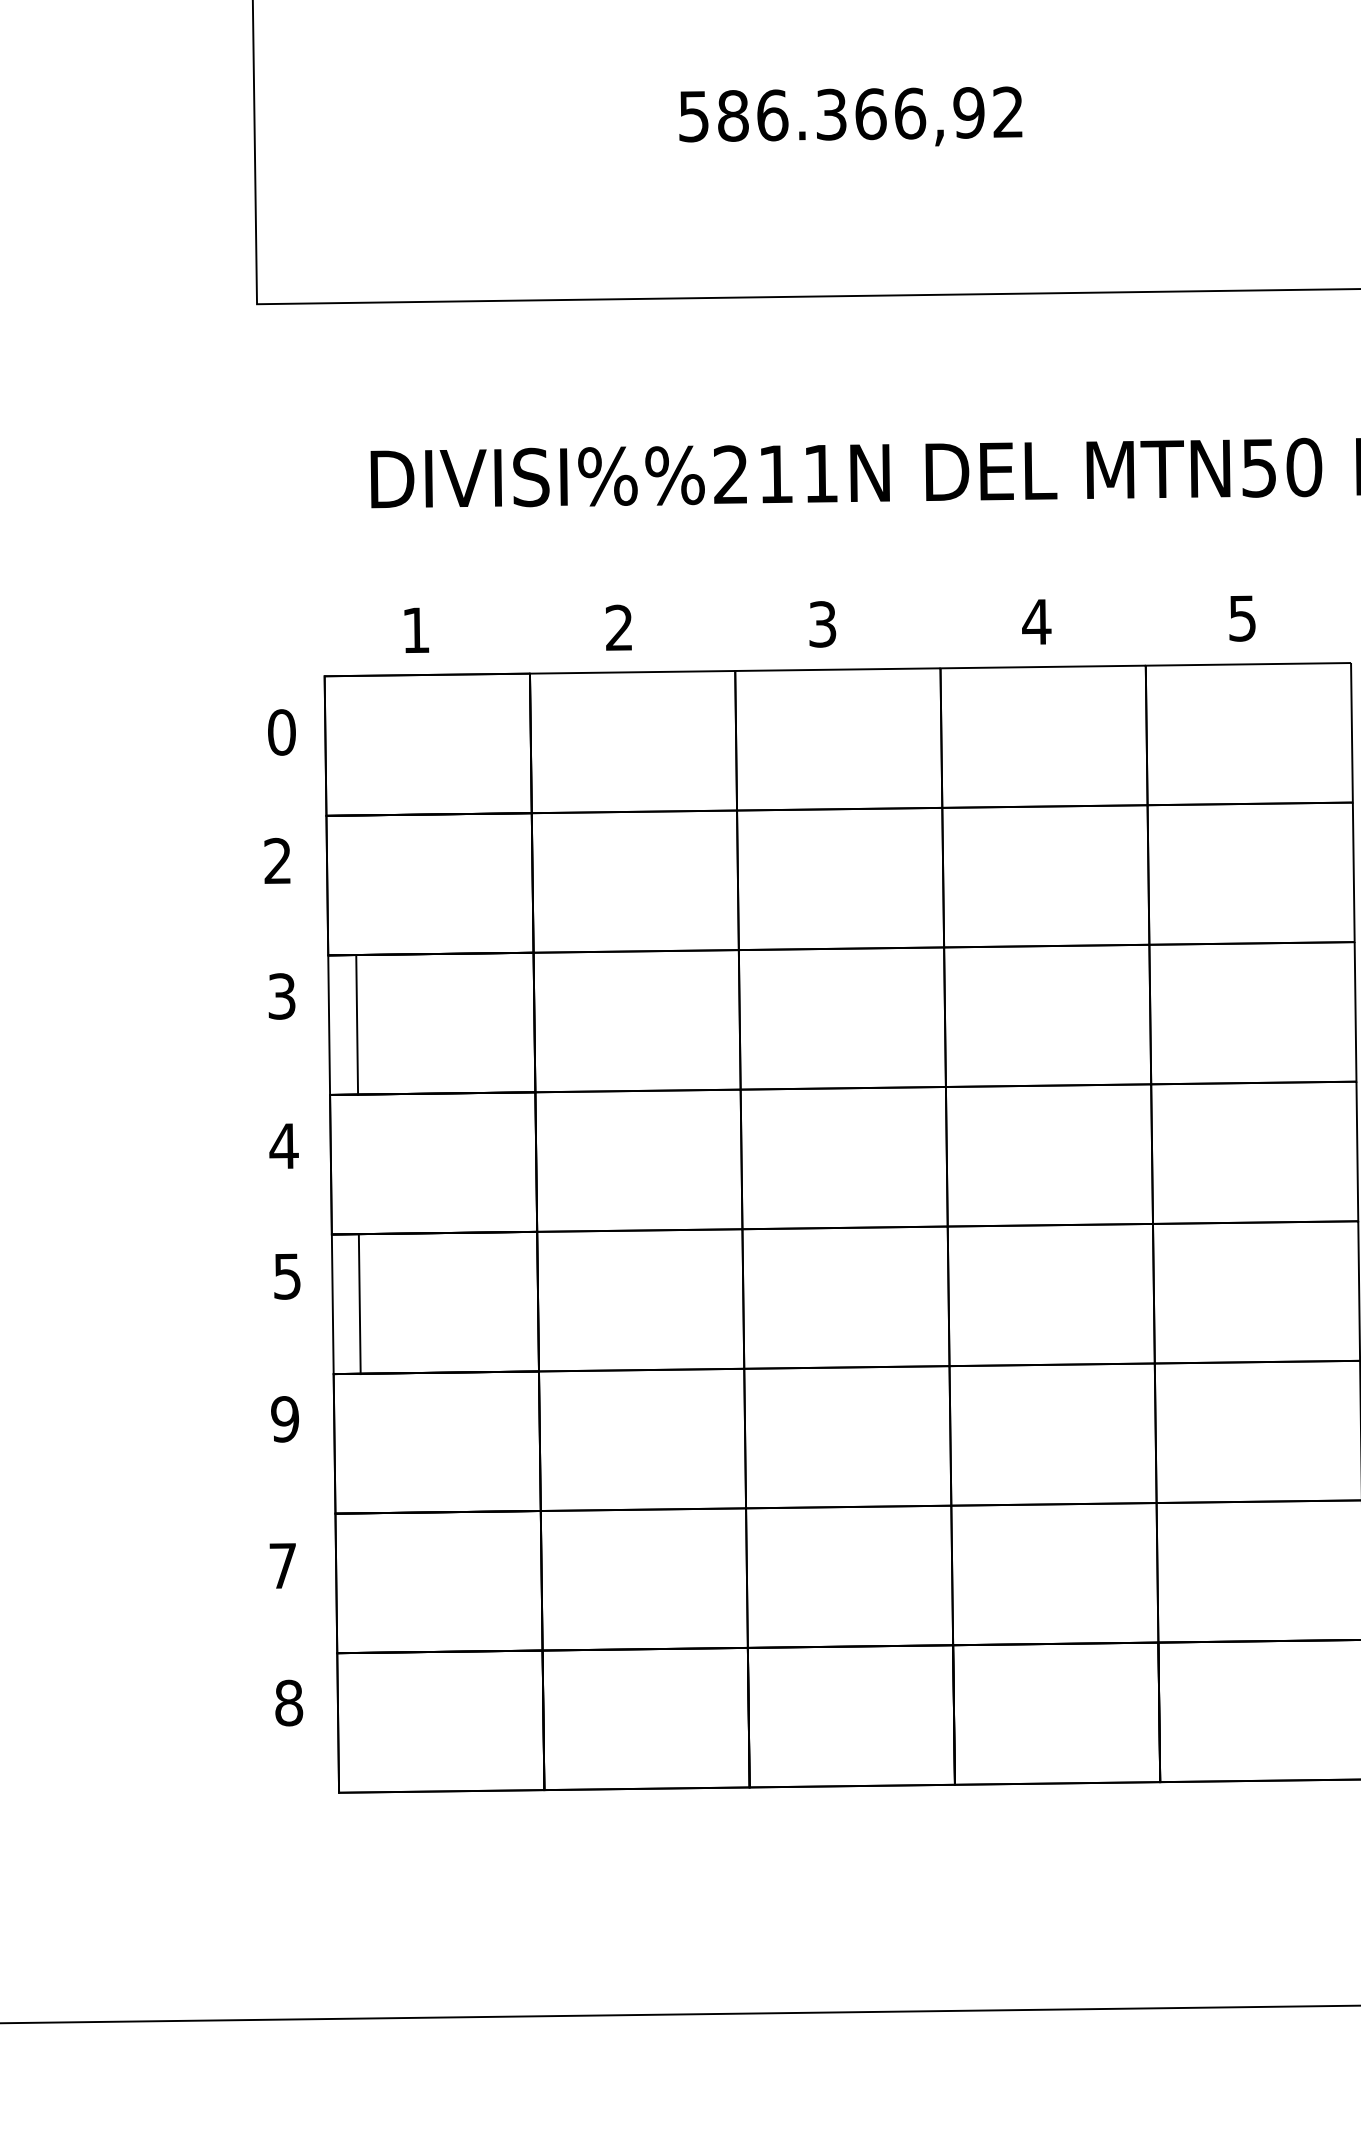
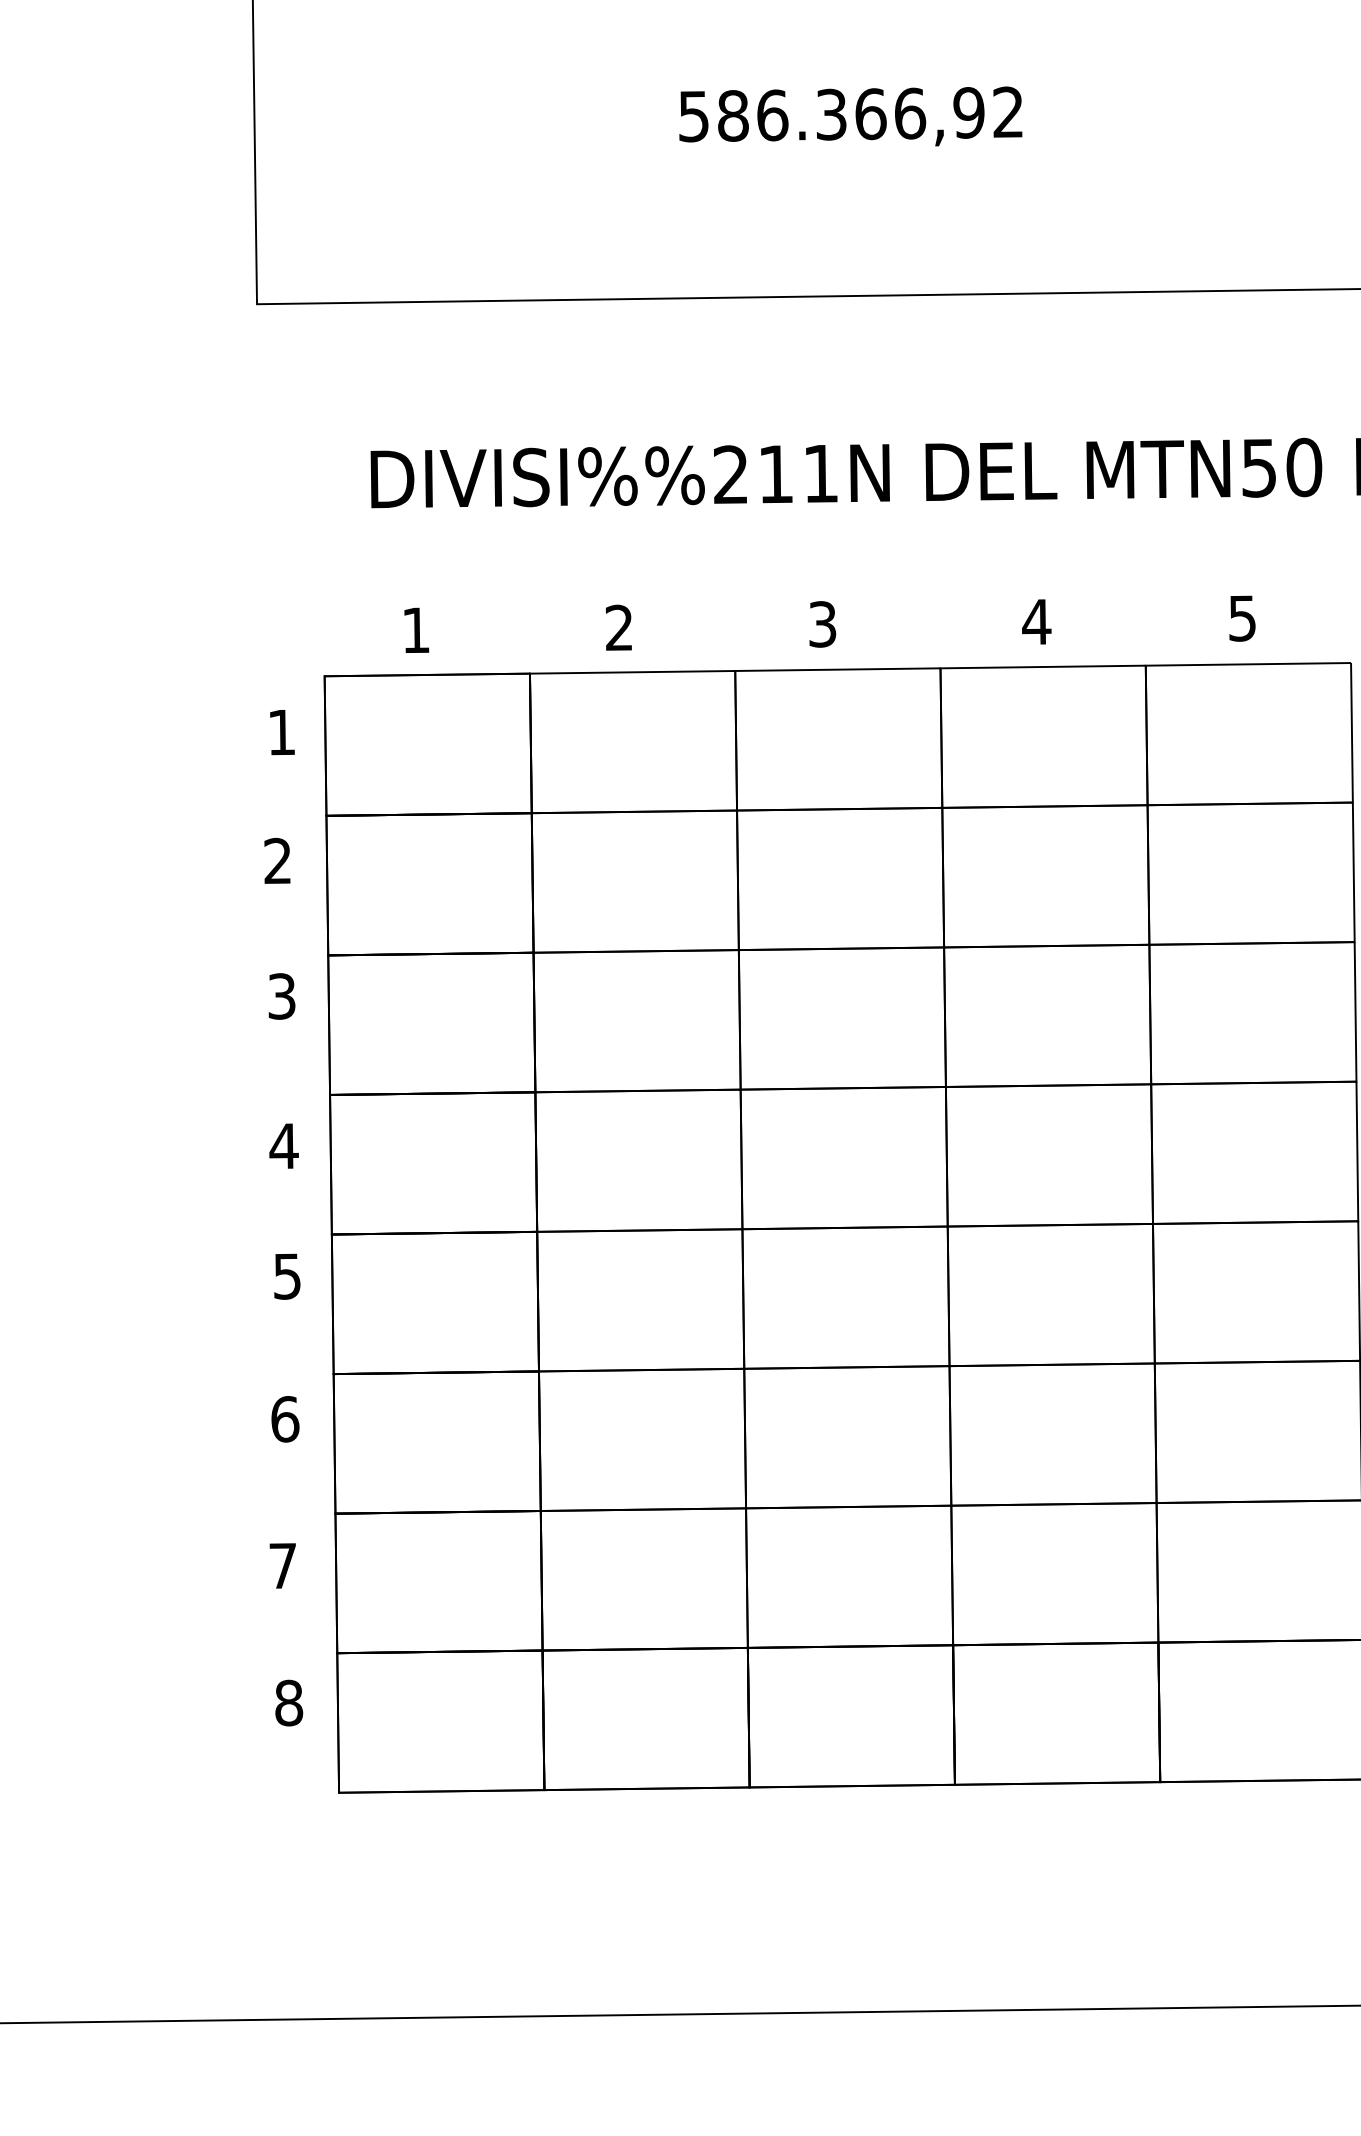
text at (281, 732): 0 -> 1
line at (357, 1024) position: (357, 1024) -> (329, 1024)
line at (359, 1304) position: (359, 1304) -> (332, 1304)
text at (285, 1419): 9 -> 6
